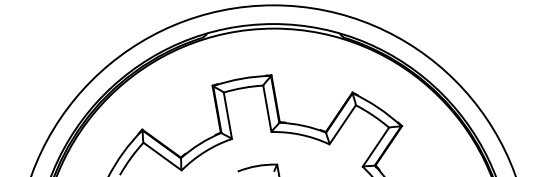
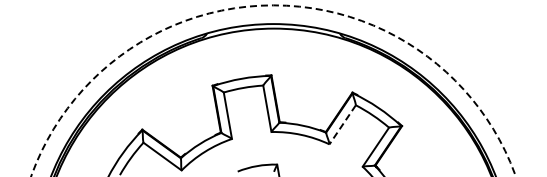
circle at (273, 90): solid -> dashed
line at (342, 124): solid -> dashed
